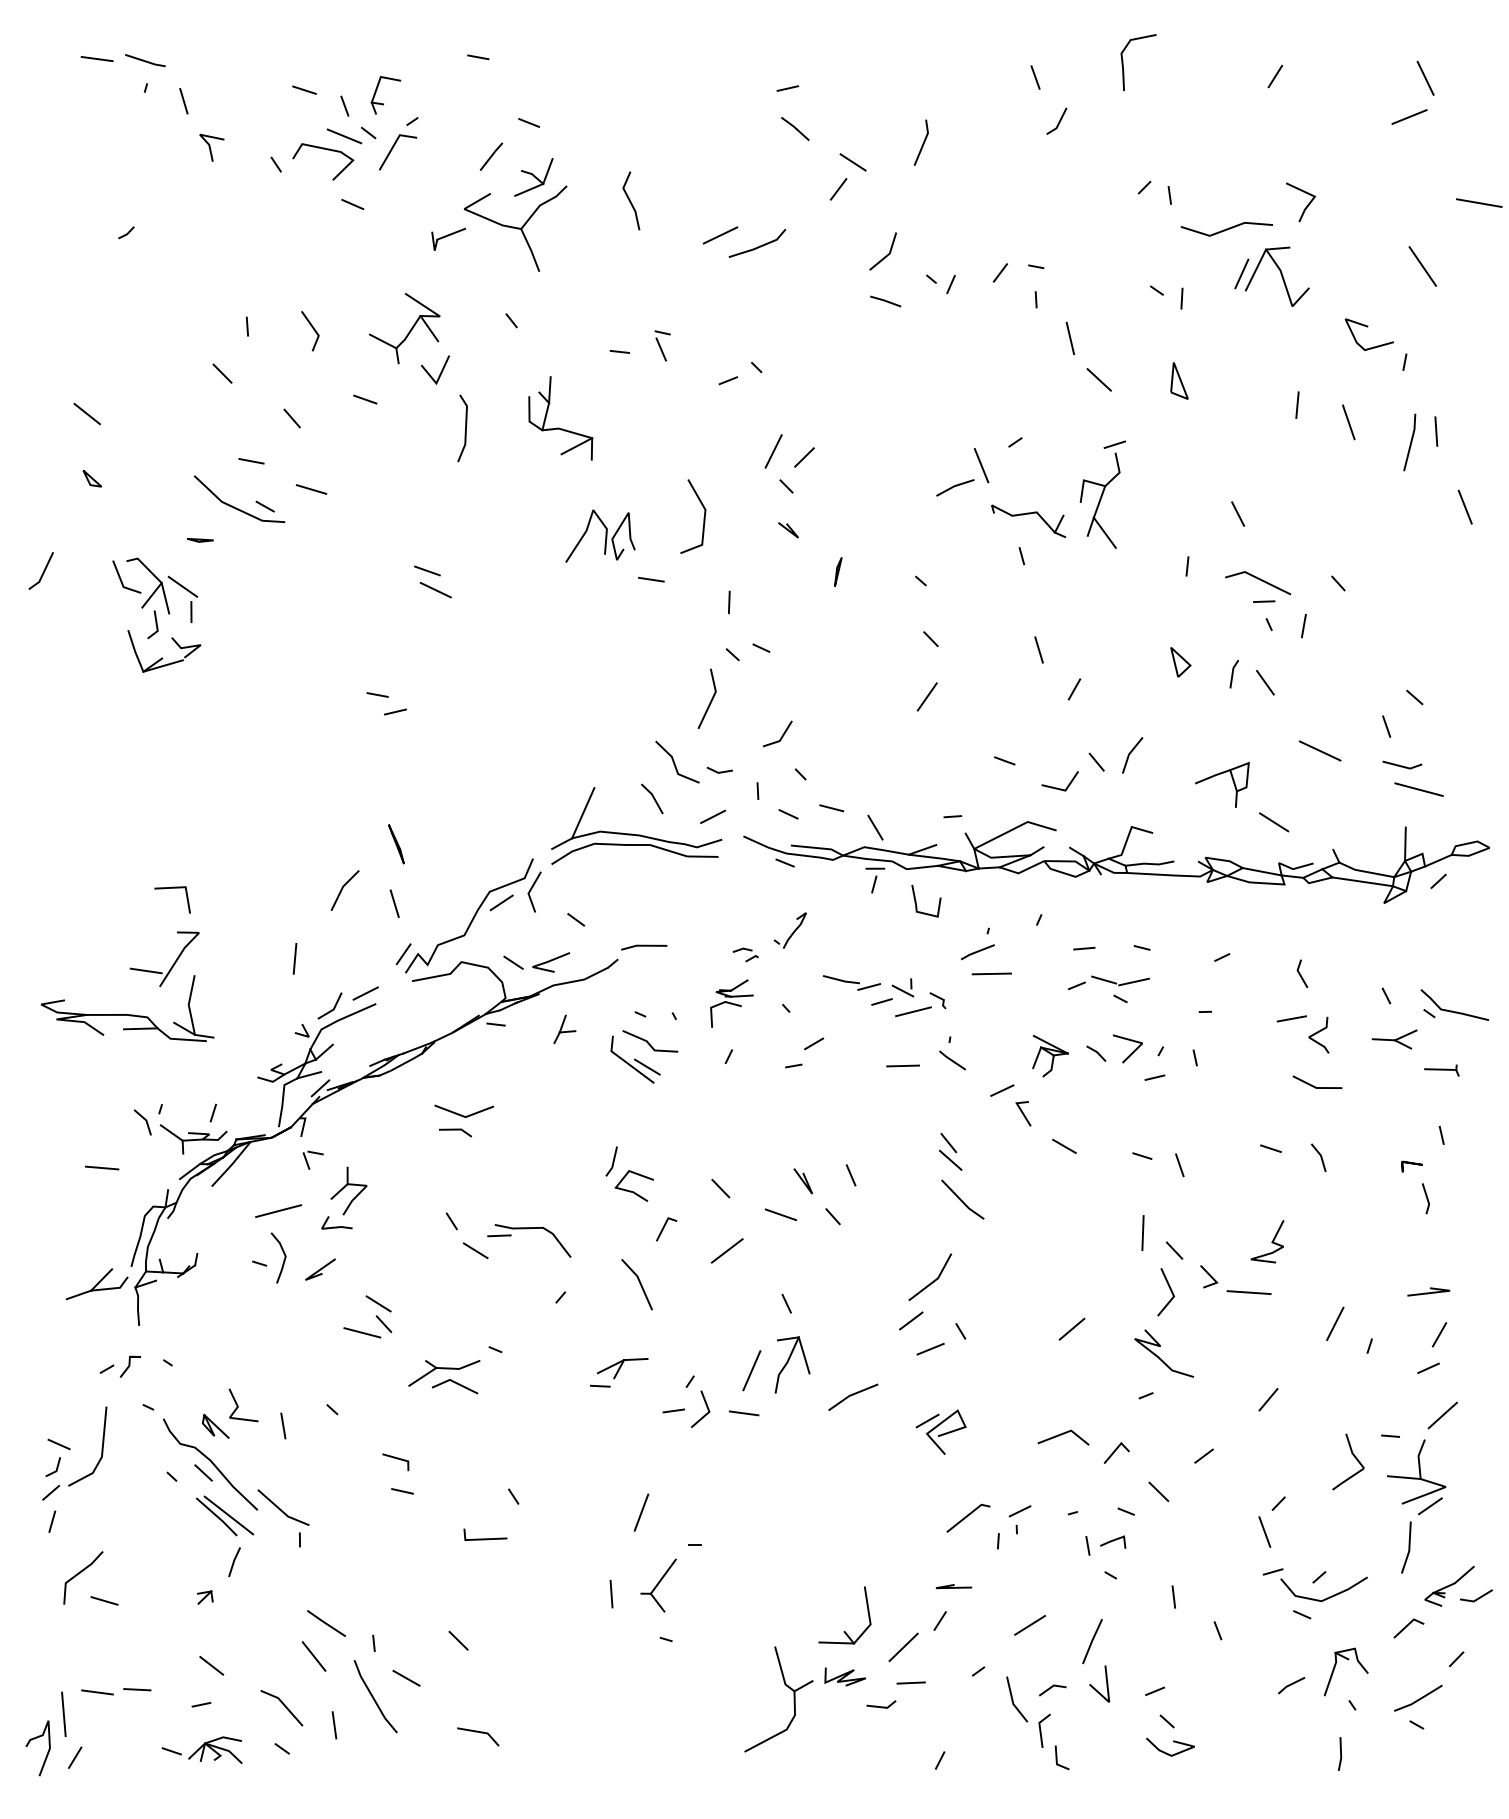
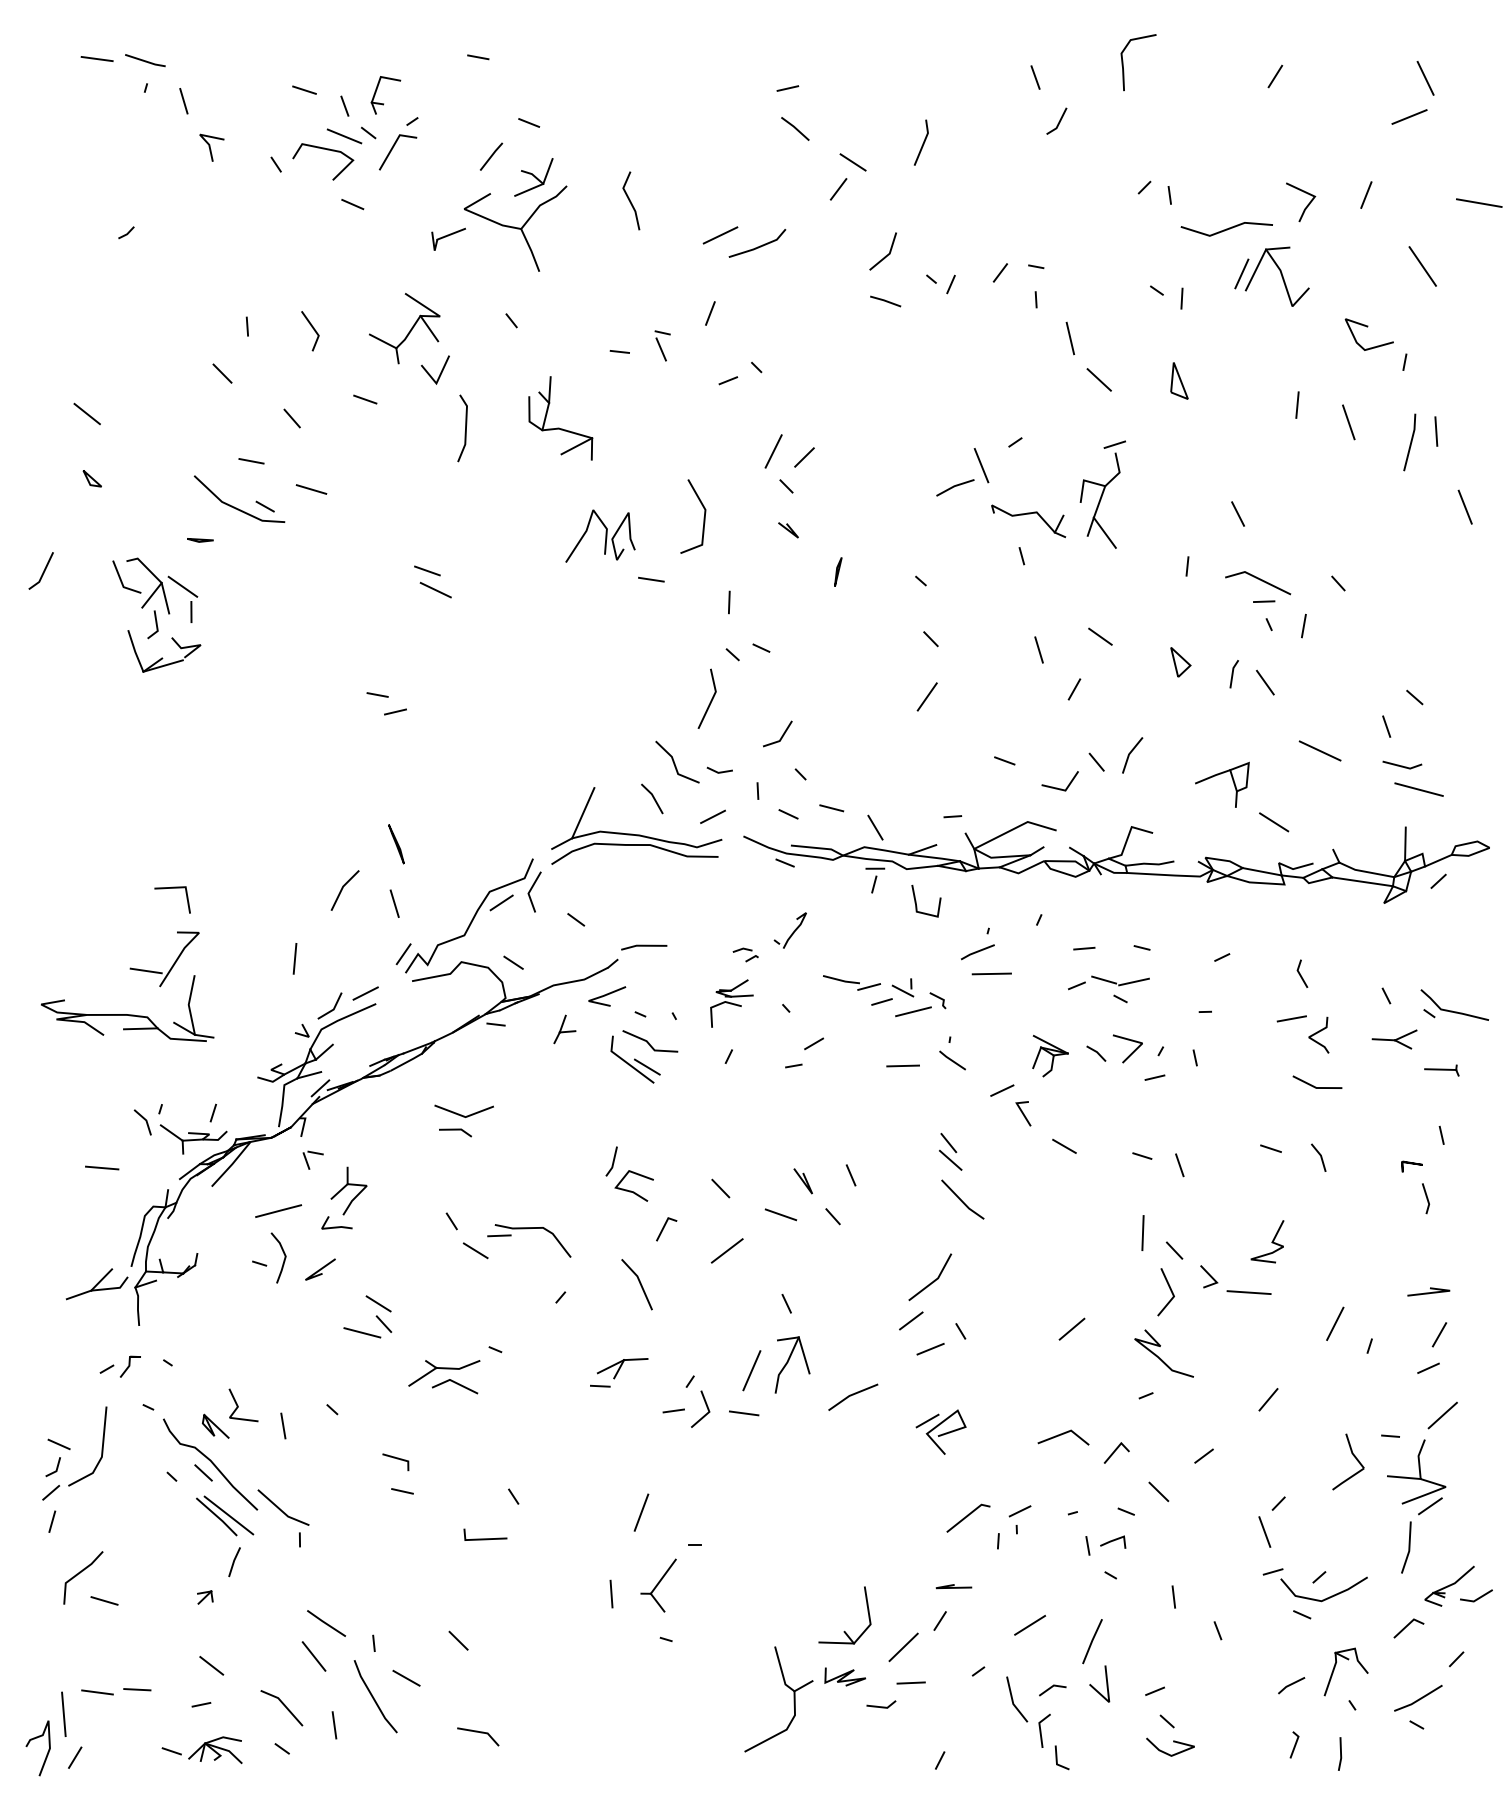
line at (1366, 194): none -> present
line at (710, 313): none -> present
line at (1100, 636): none -> present
line at (551, 961) position: (551, 961) -> (607, 995)
line at (1294, 1744): none -> present
